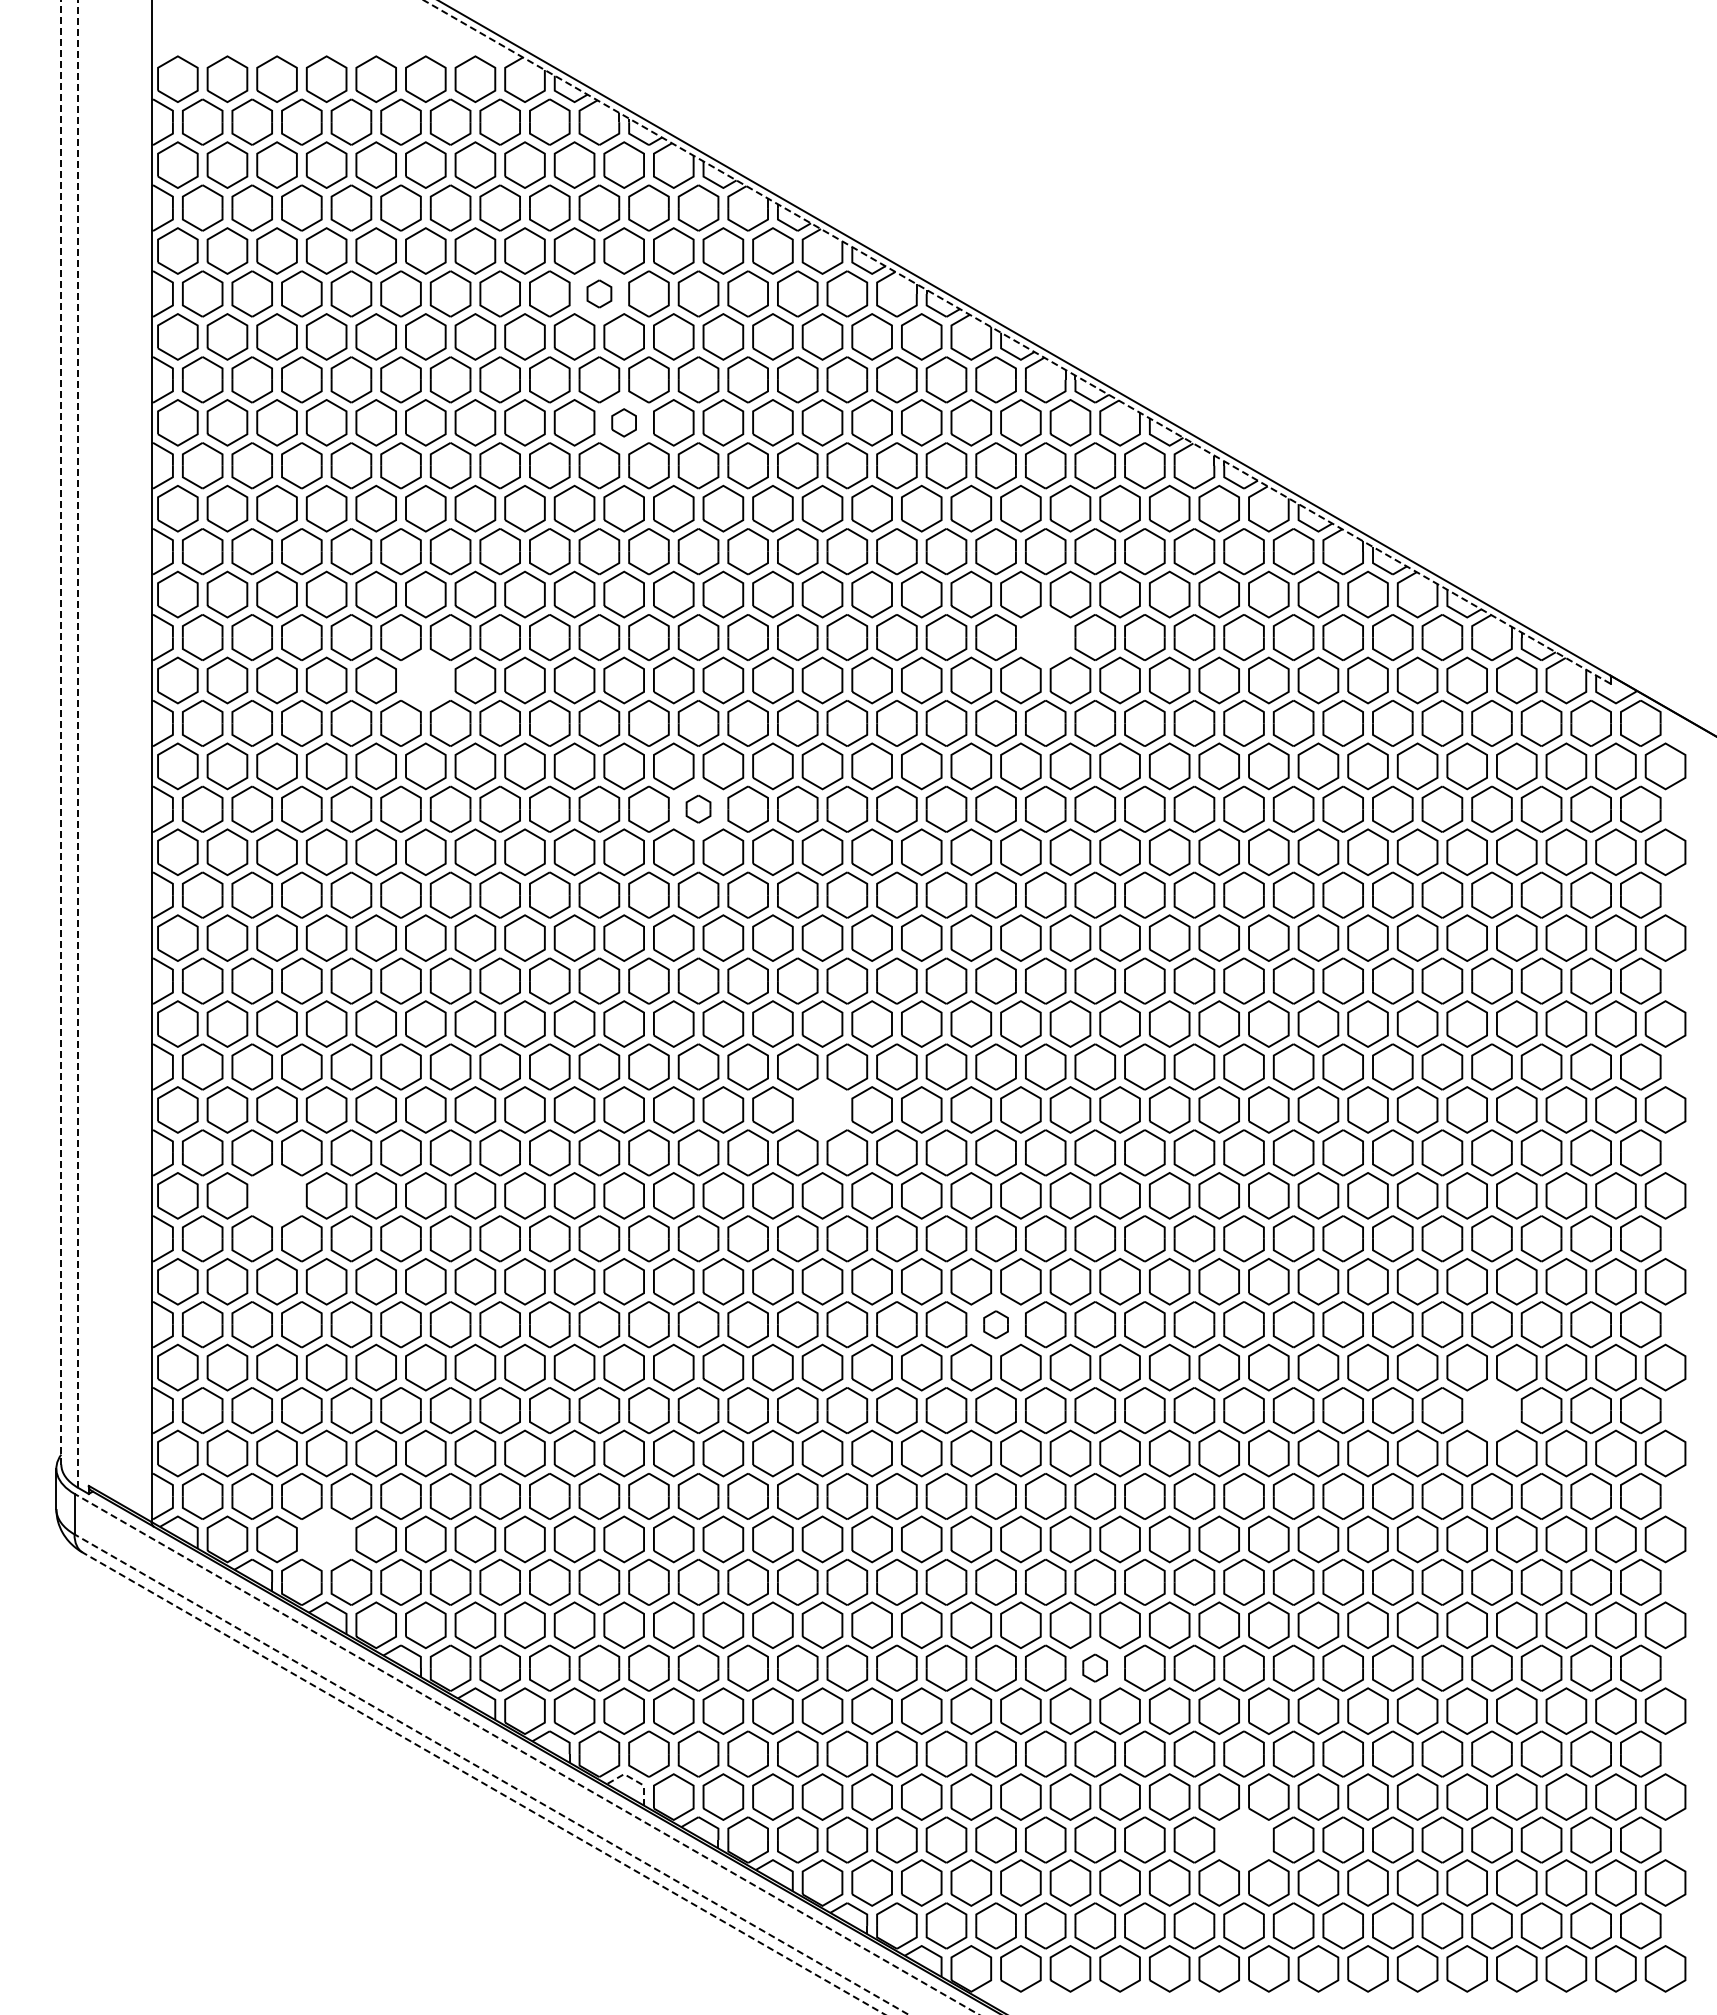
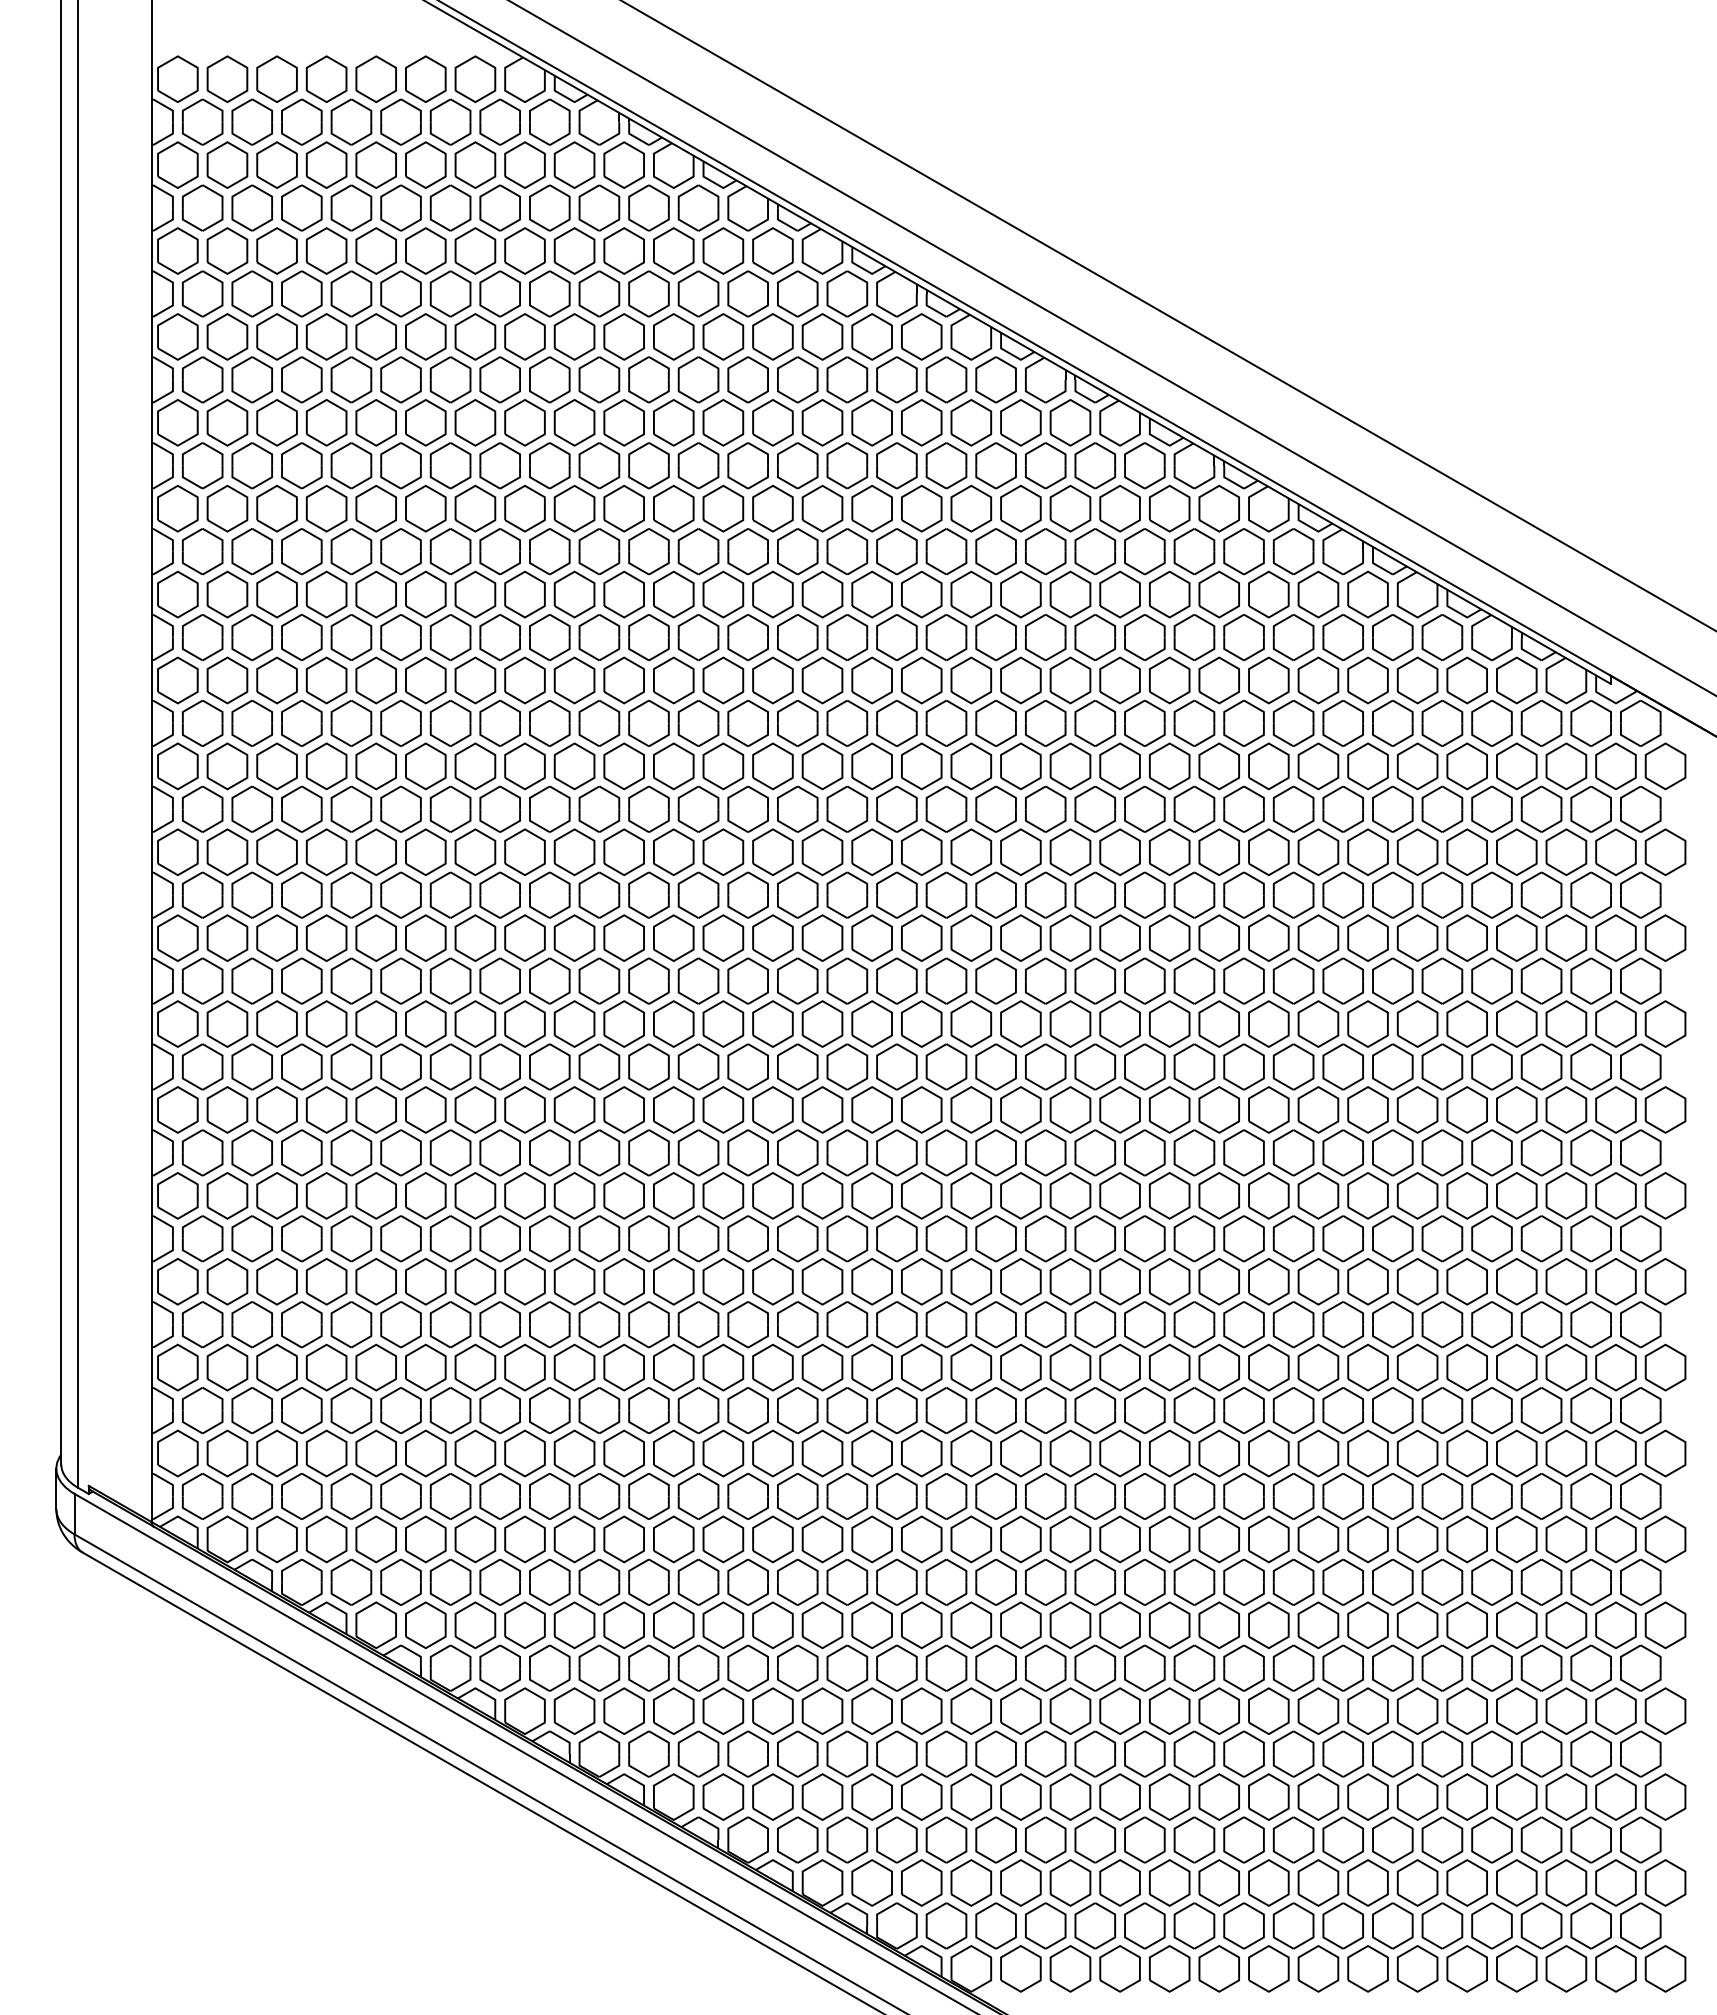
part at (599, 293) size: 27x30 px -> 43x48 px
line at (1168, 315): none -> present
line at (1017, 342): dashed -> solid
line at (1112, 348): none -> present
part at (623, 422) size: 26x30 px -> 42x48 px
part at (1045, 637): none -> present
part at (425, 680): none -> present
line at (61, 732): dashed -> solid
line at (78, 743): dashed -> solid
part at (698, 808) size: 27x30 px -> 43x48 px
part at (822, 1109): none -> present
part at (276, 1195): none -> present
part at (995, 1324) size: 26x30 px -> 42x48 px
part at (1491, 1410): none -> present
part at (326, 1539): none -> present
part at (1094, 1667) size: 26x30 px -> 42x48 px
line at (526, 1754): dashed -> solid
line at (491, 1774): dashed -> solid
line at (633, 1779): dashed -> solid
line at (483, 1783): dashed -> solid
part at (1243, 1839): none -> present
